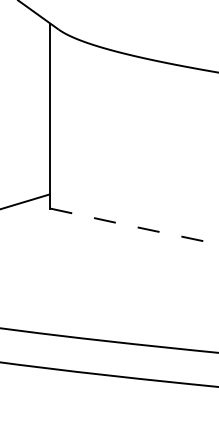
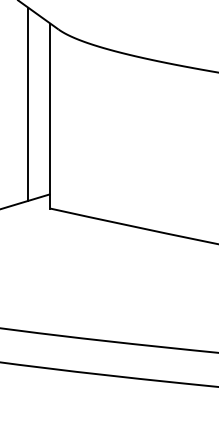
line at (28, 103): none -> present
arc at (134, 226): dashed -> solid
